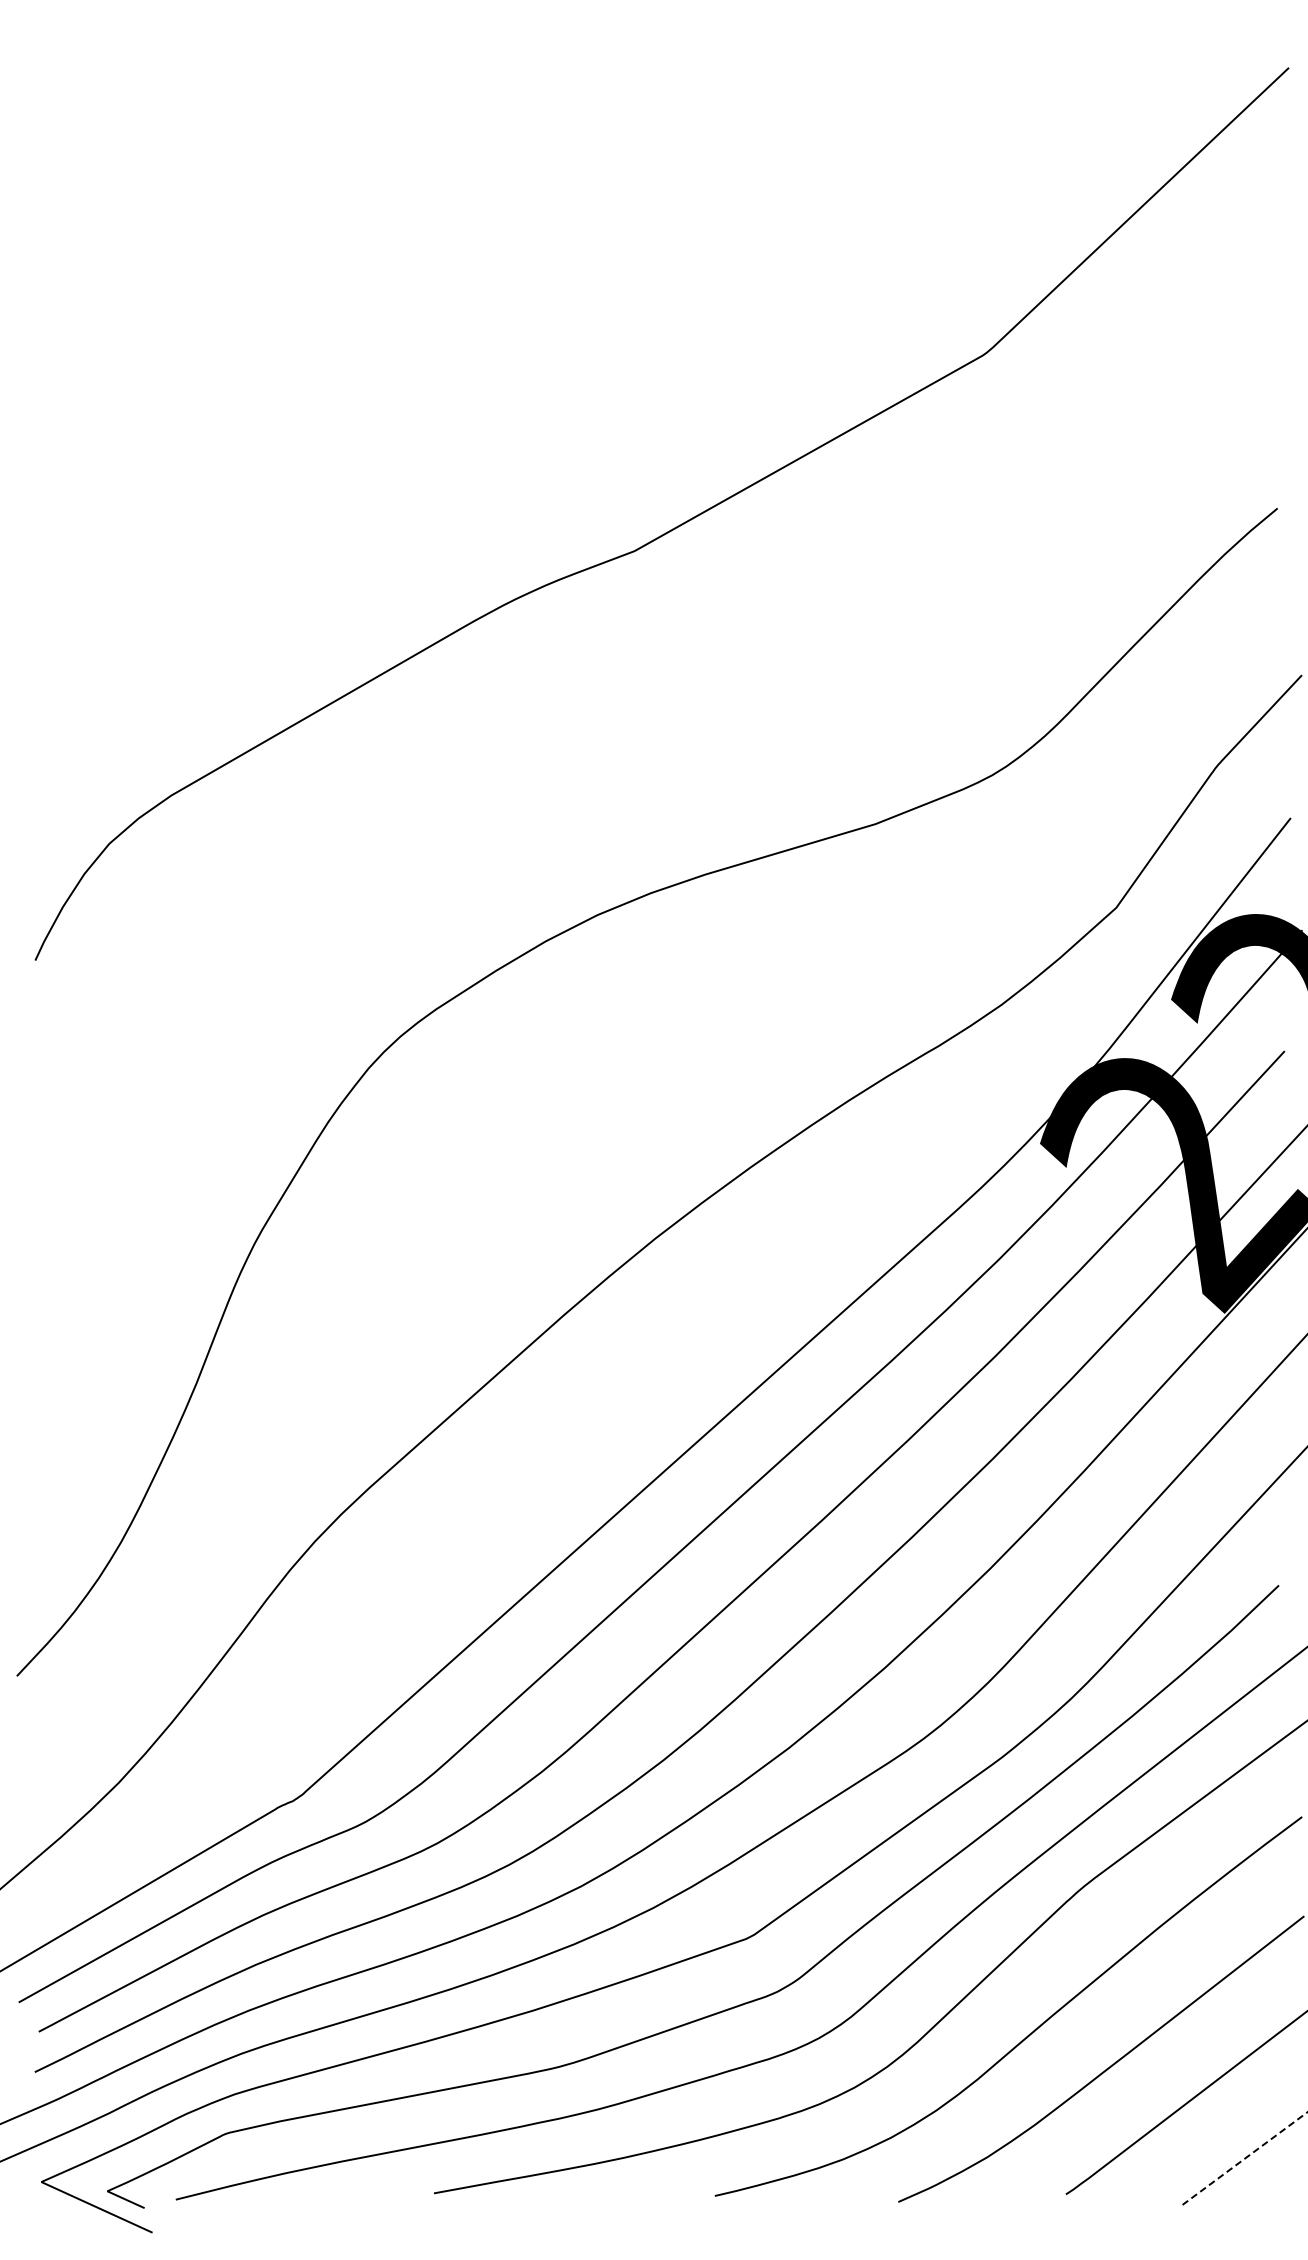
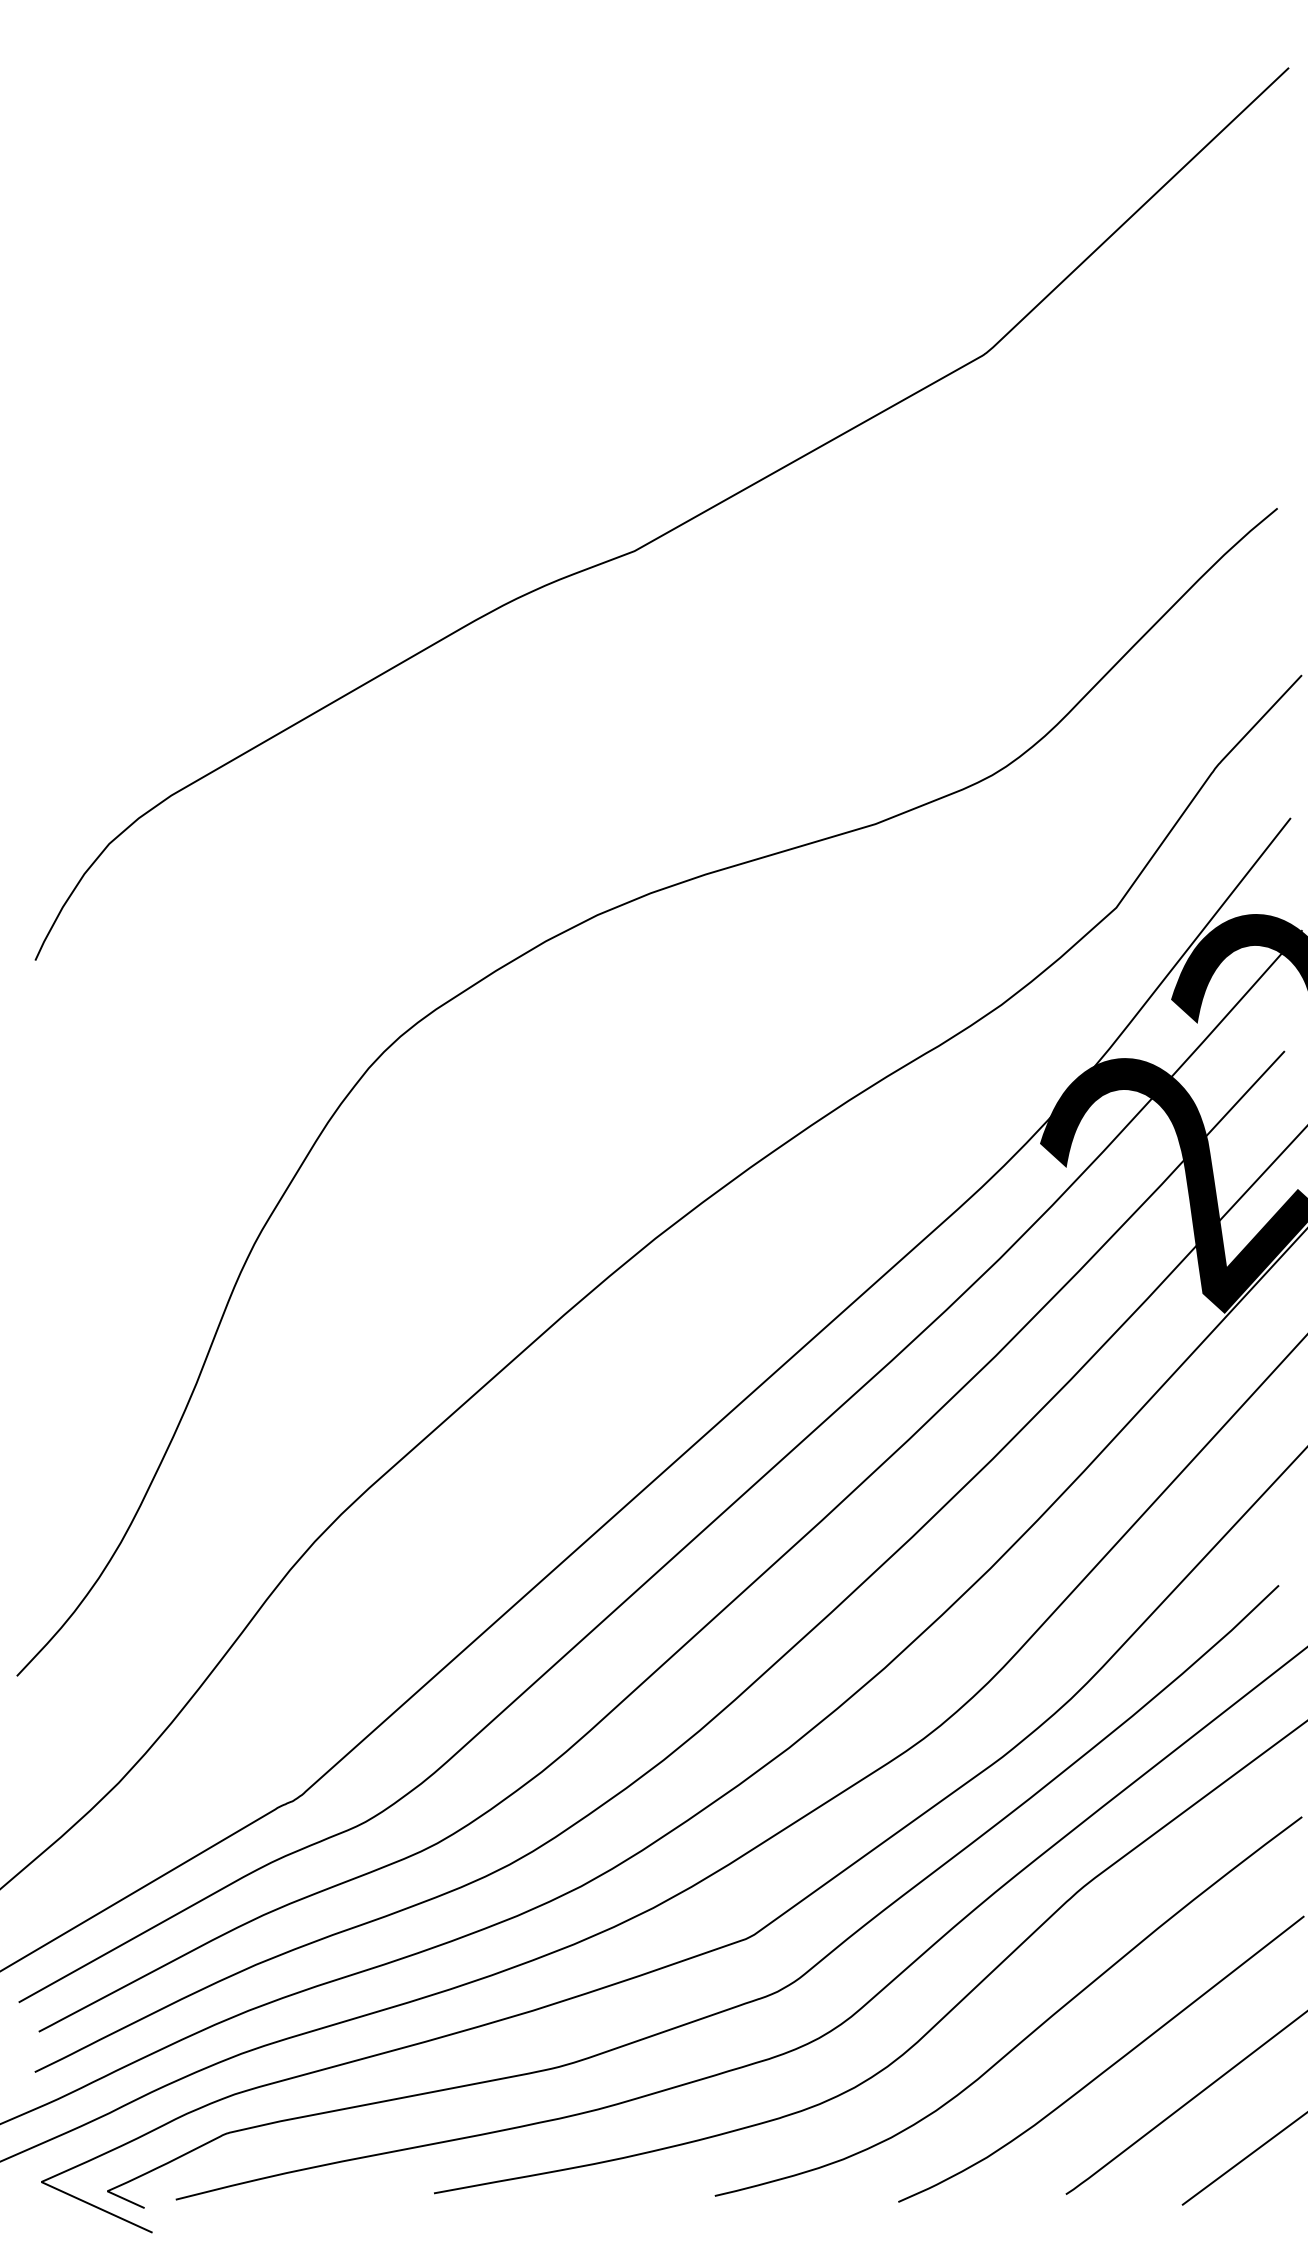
line at (1244, 2158): dashed -> solid
